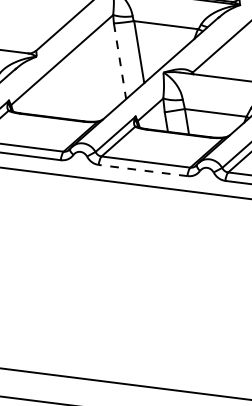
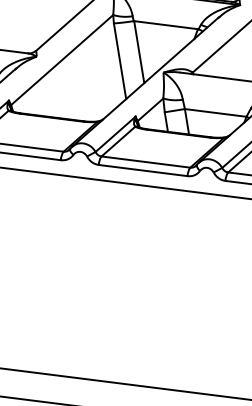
line at (120, 61): dashed -> solid
line at (143, 170): dashed -> solid
